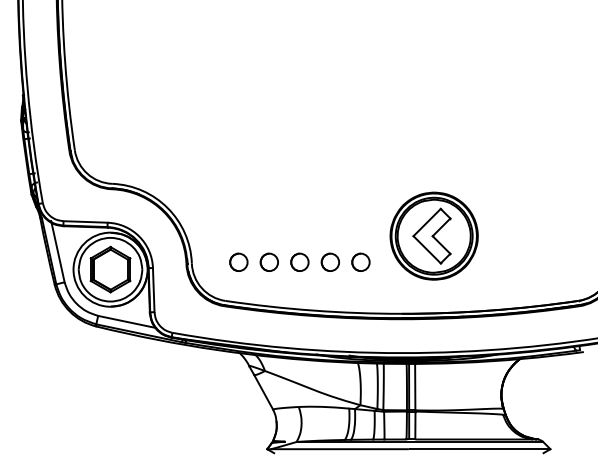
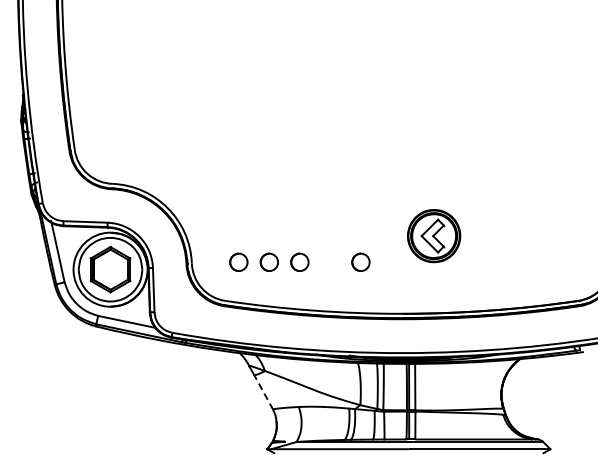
part at (433, 235) size: 90x90 px -> 55x55 px
circle at (329, 261): present -> none
line at (263, 392): solid -> dashed
